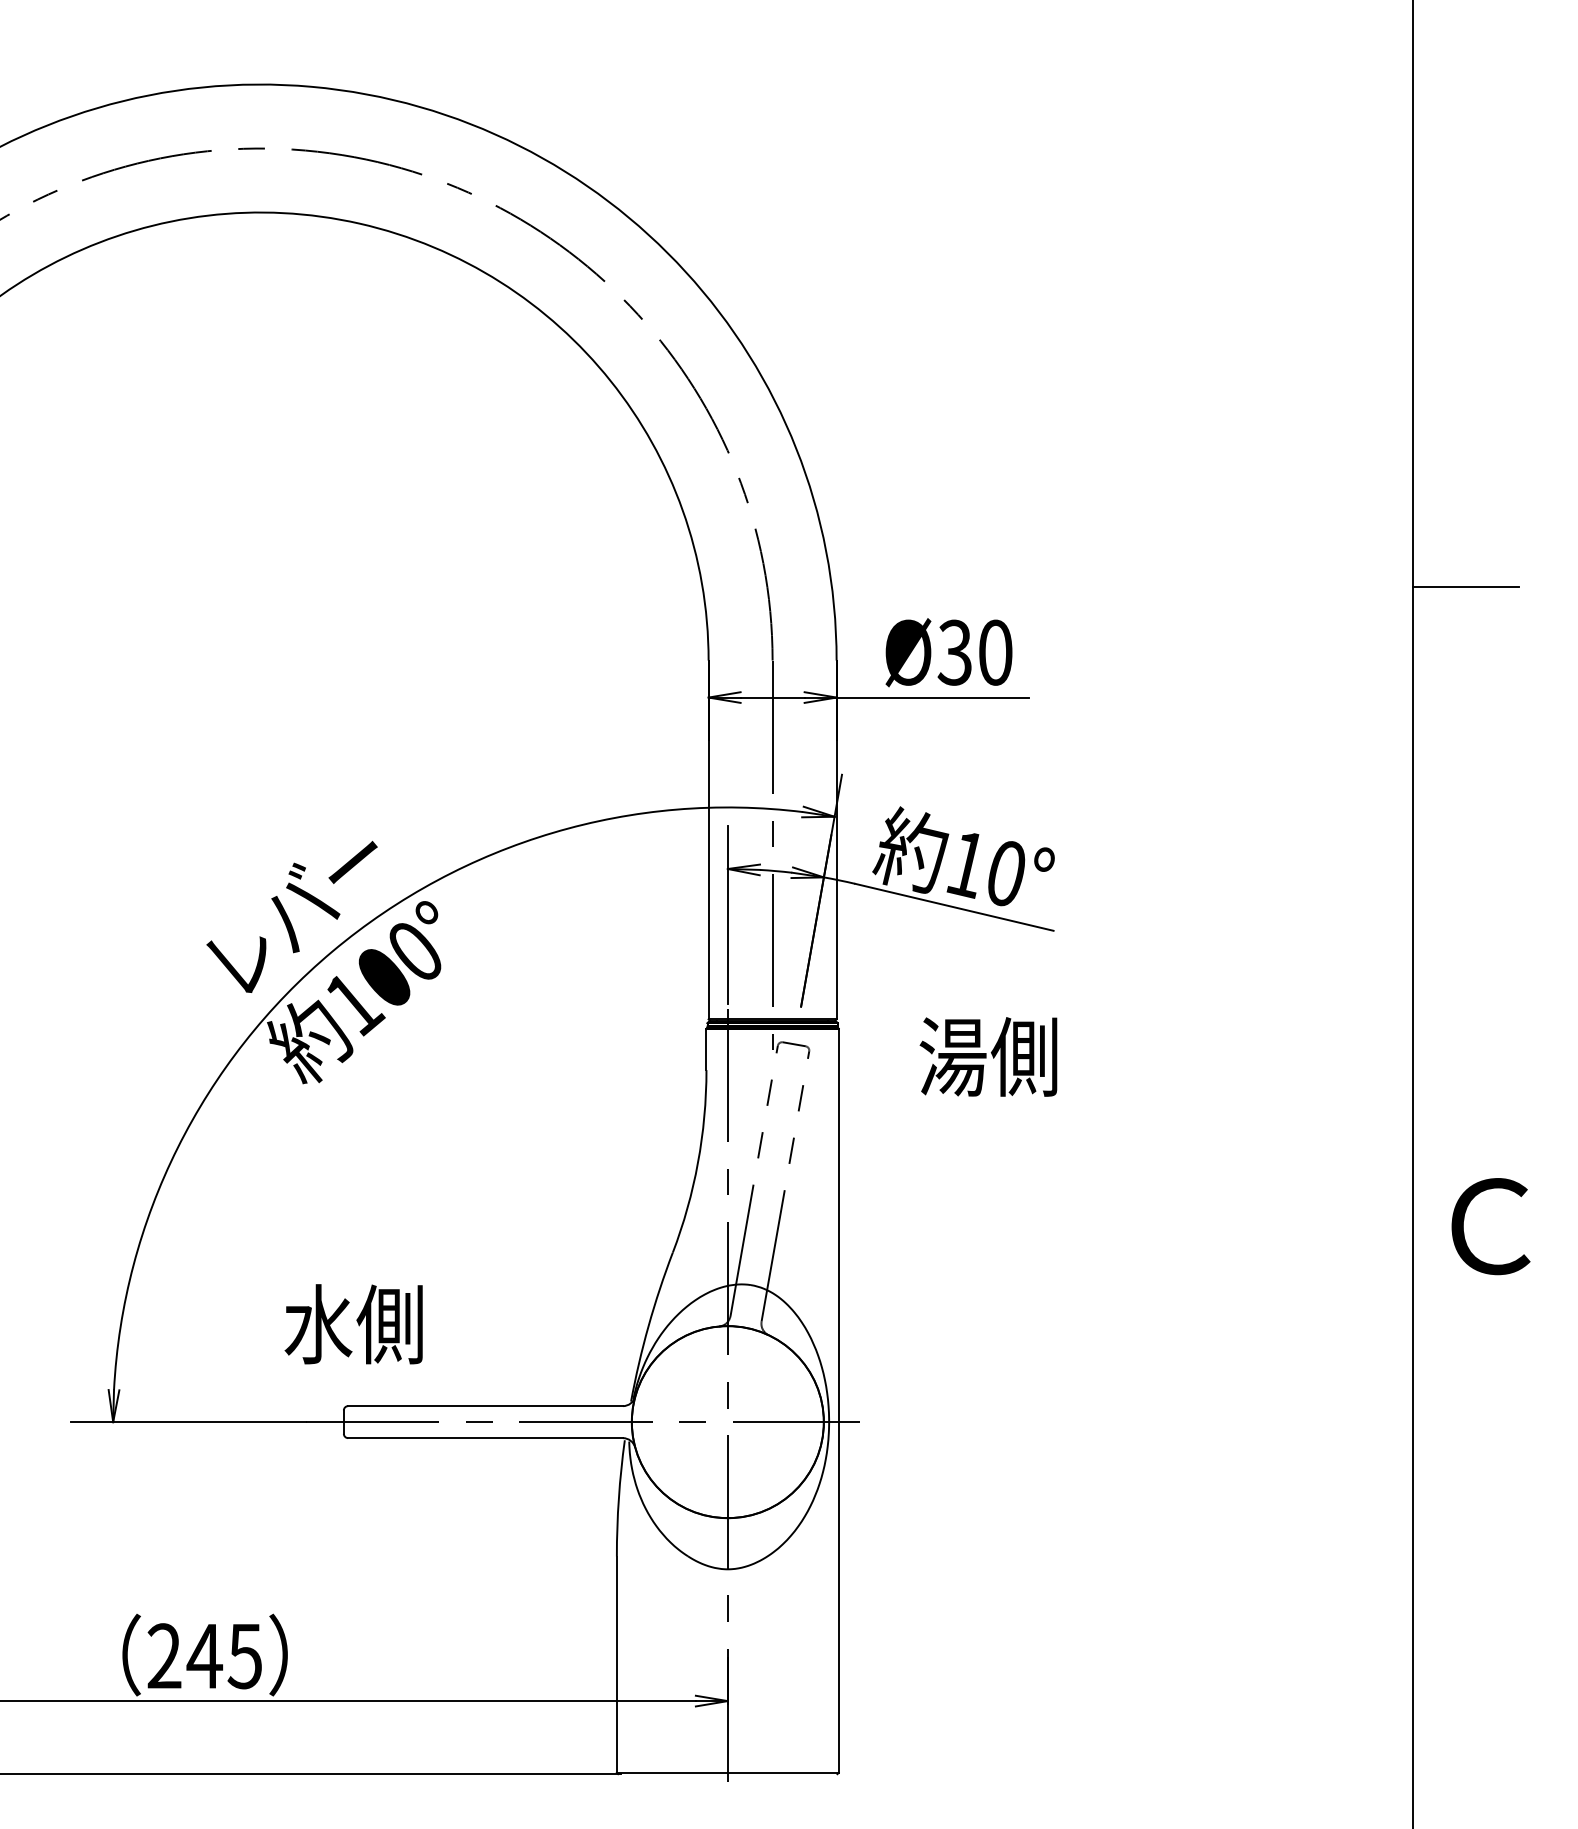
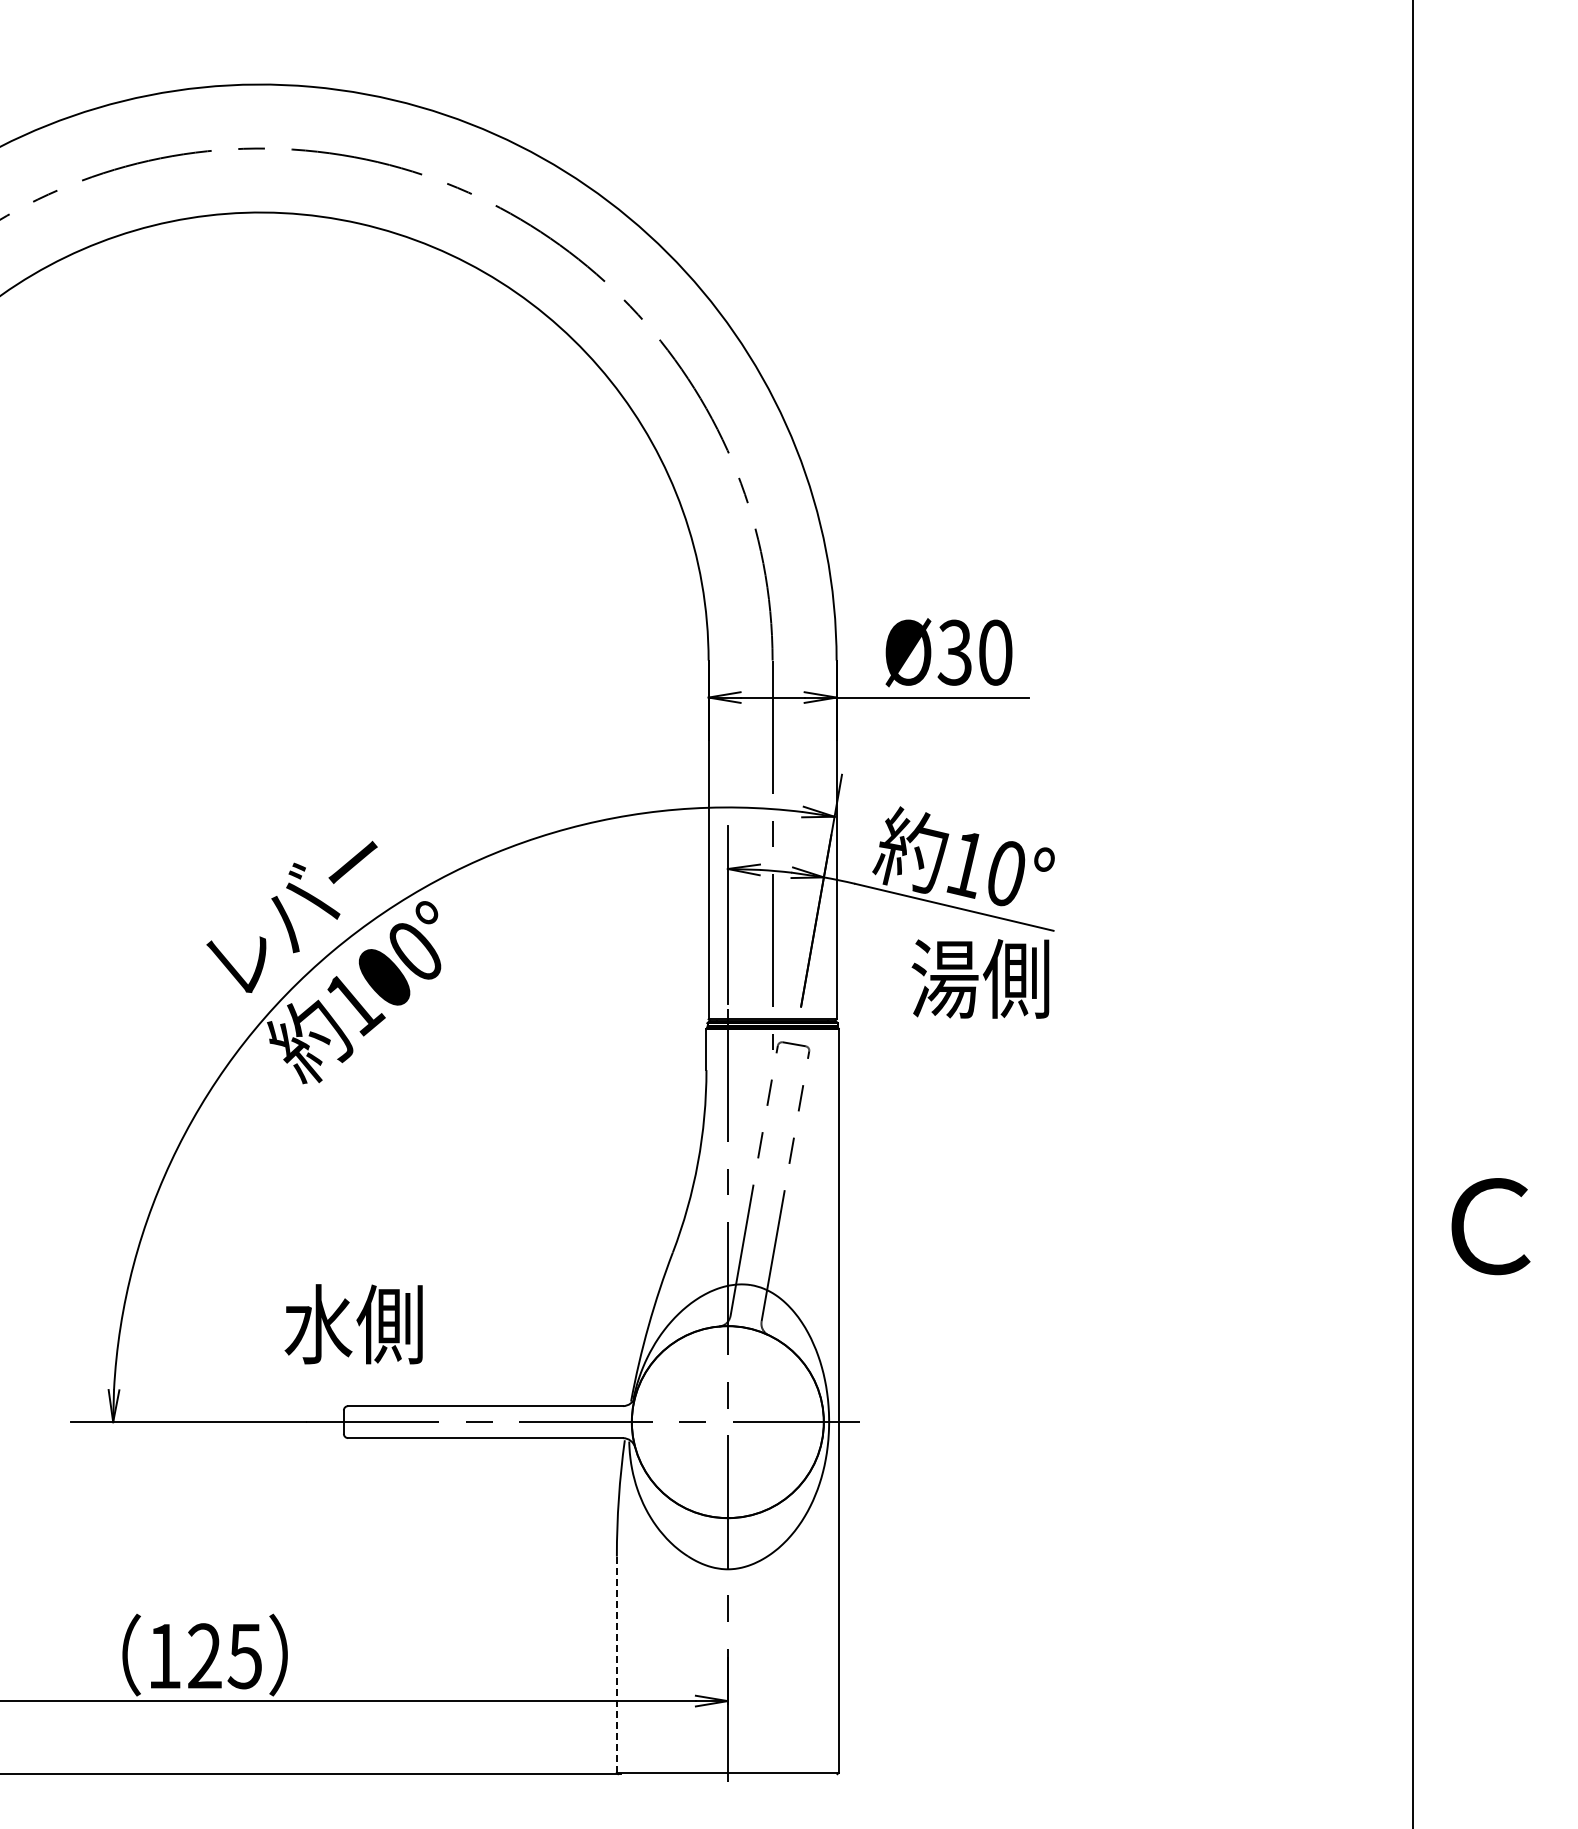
line at (1465, 586): present -> none
text at (988, 1056) position: (988, 1056) -> (980, 978)
text at (185, 1655): 245 -> 125
line at (616, 1665): solid -> dashed
